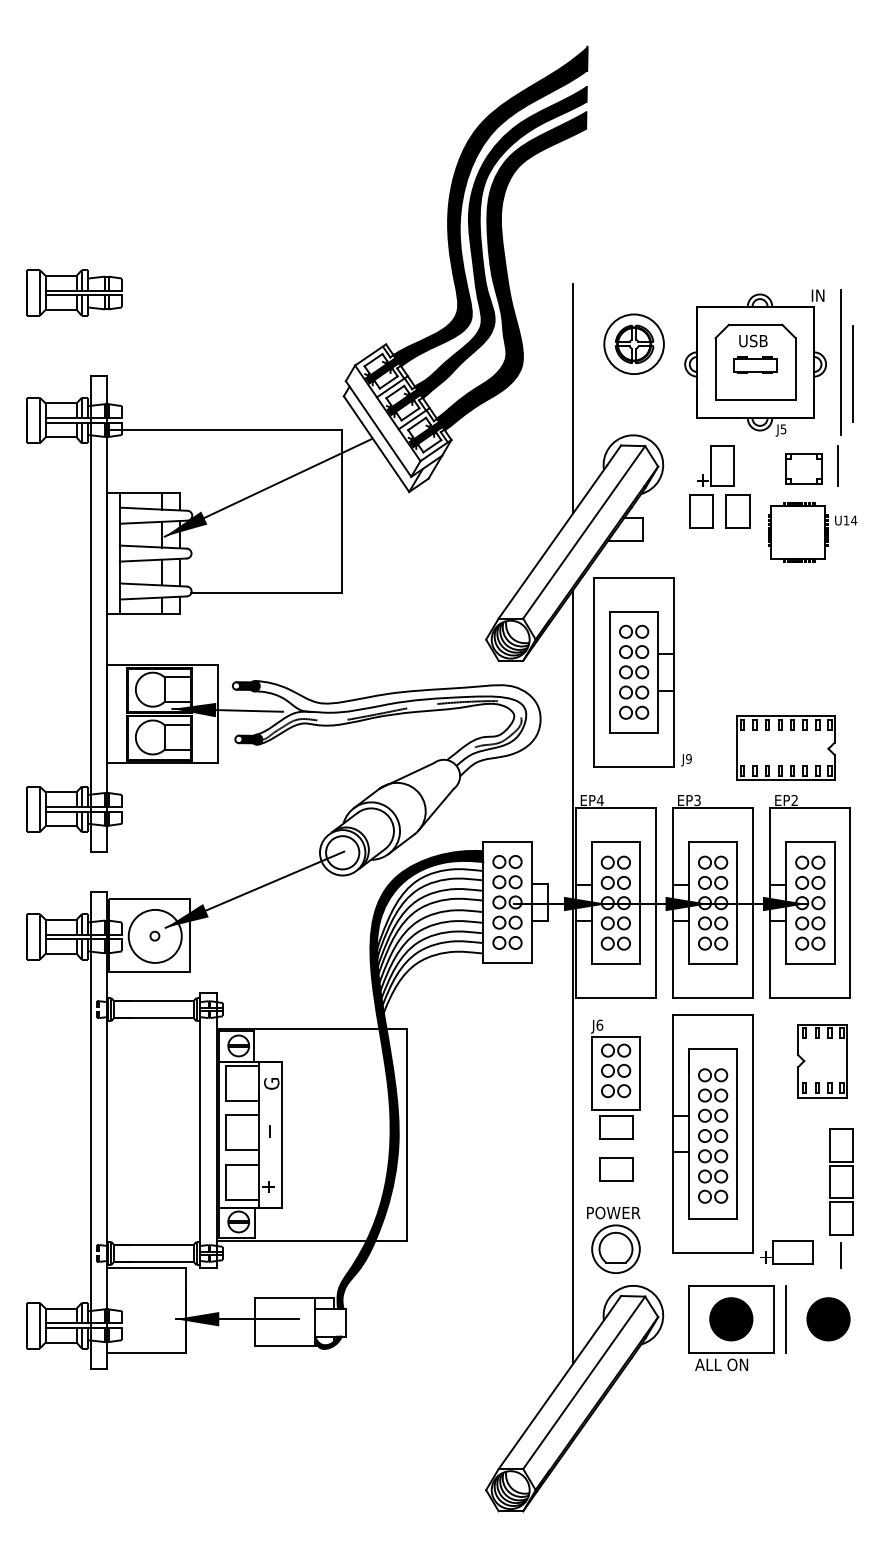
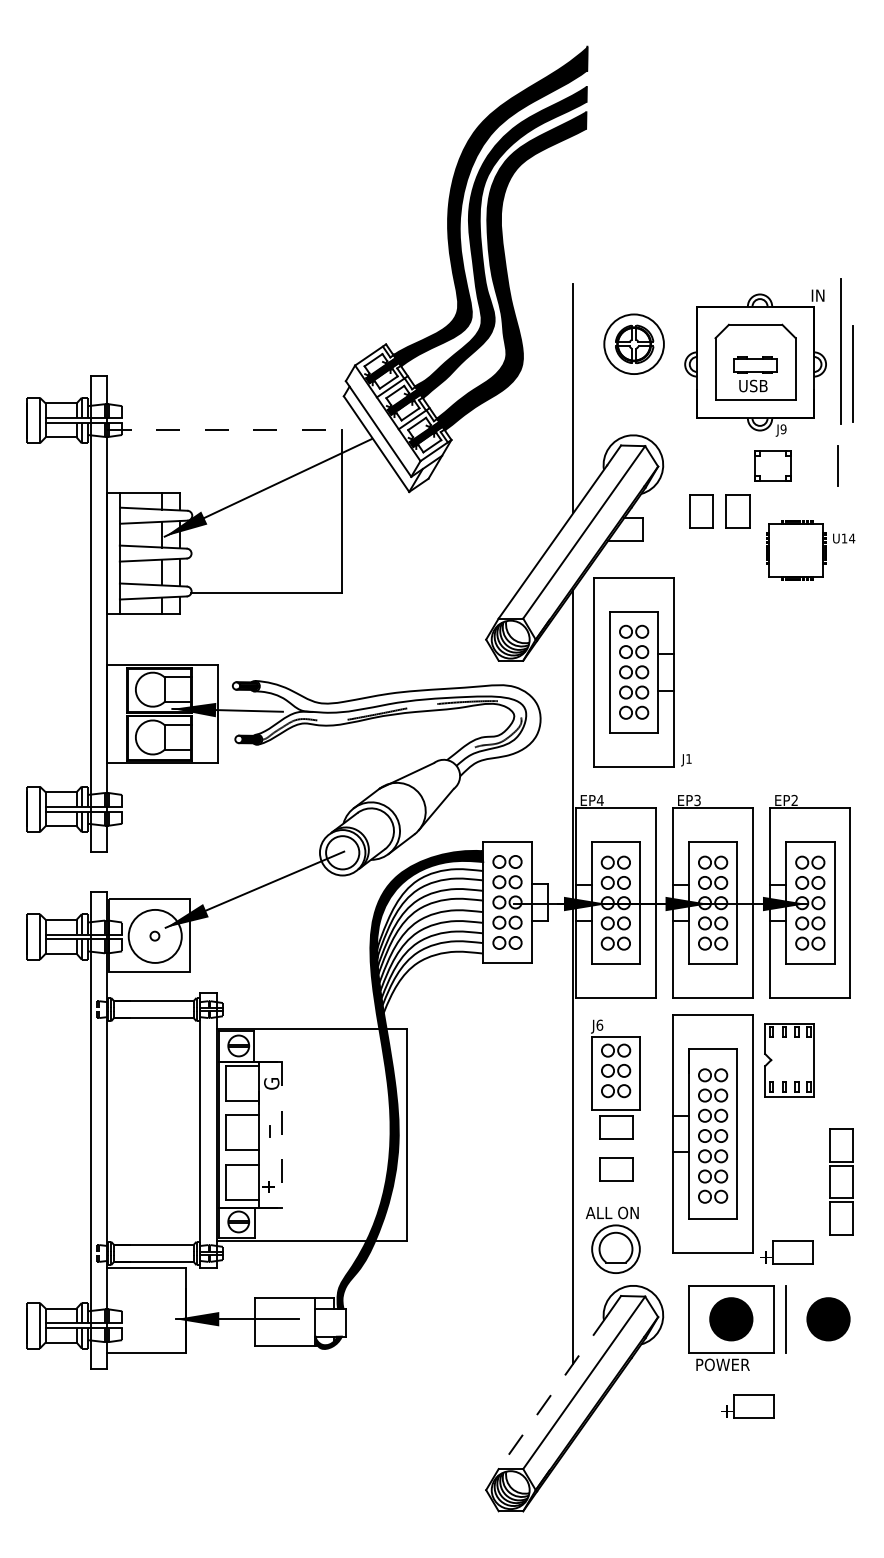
part at (74, 292): present -> none
text at (753, 340) position: (753, 340) -> (753, 385)
line at (840, 362) position: (840, 362) -> (840, 351)
text at (783, 428): J5 -> J9
line at (225, 429): solid -> dashed
part at (715, 465): present -> none
part at (803, 468) position: (803, 468) -> (772, 465)
part at (812, 532) position: (812, 532) -> (810, 550)
part at (785, 747): present -> none
text at (688, 758): J9 -> J1
part at (822, 1061) position: (822, 1061) -> (789, 1060)
line at (281, 1134): solid -> dashed
text at (612, 1212): POWER -> ALL ON
line at (840, 1255): present -> none
text at (722, 1364): ALL ON -> POWER
line at (552, 1392): solid -> dashed
part at (747, 1406): none -> present
